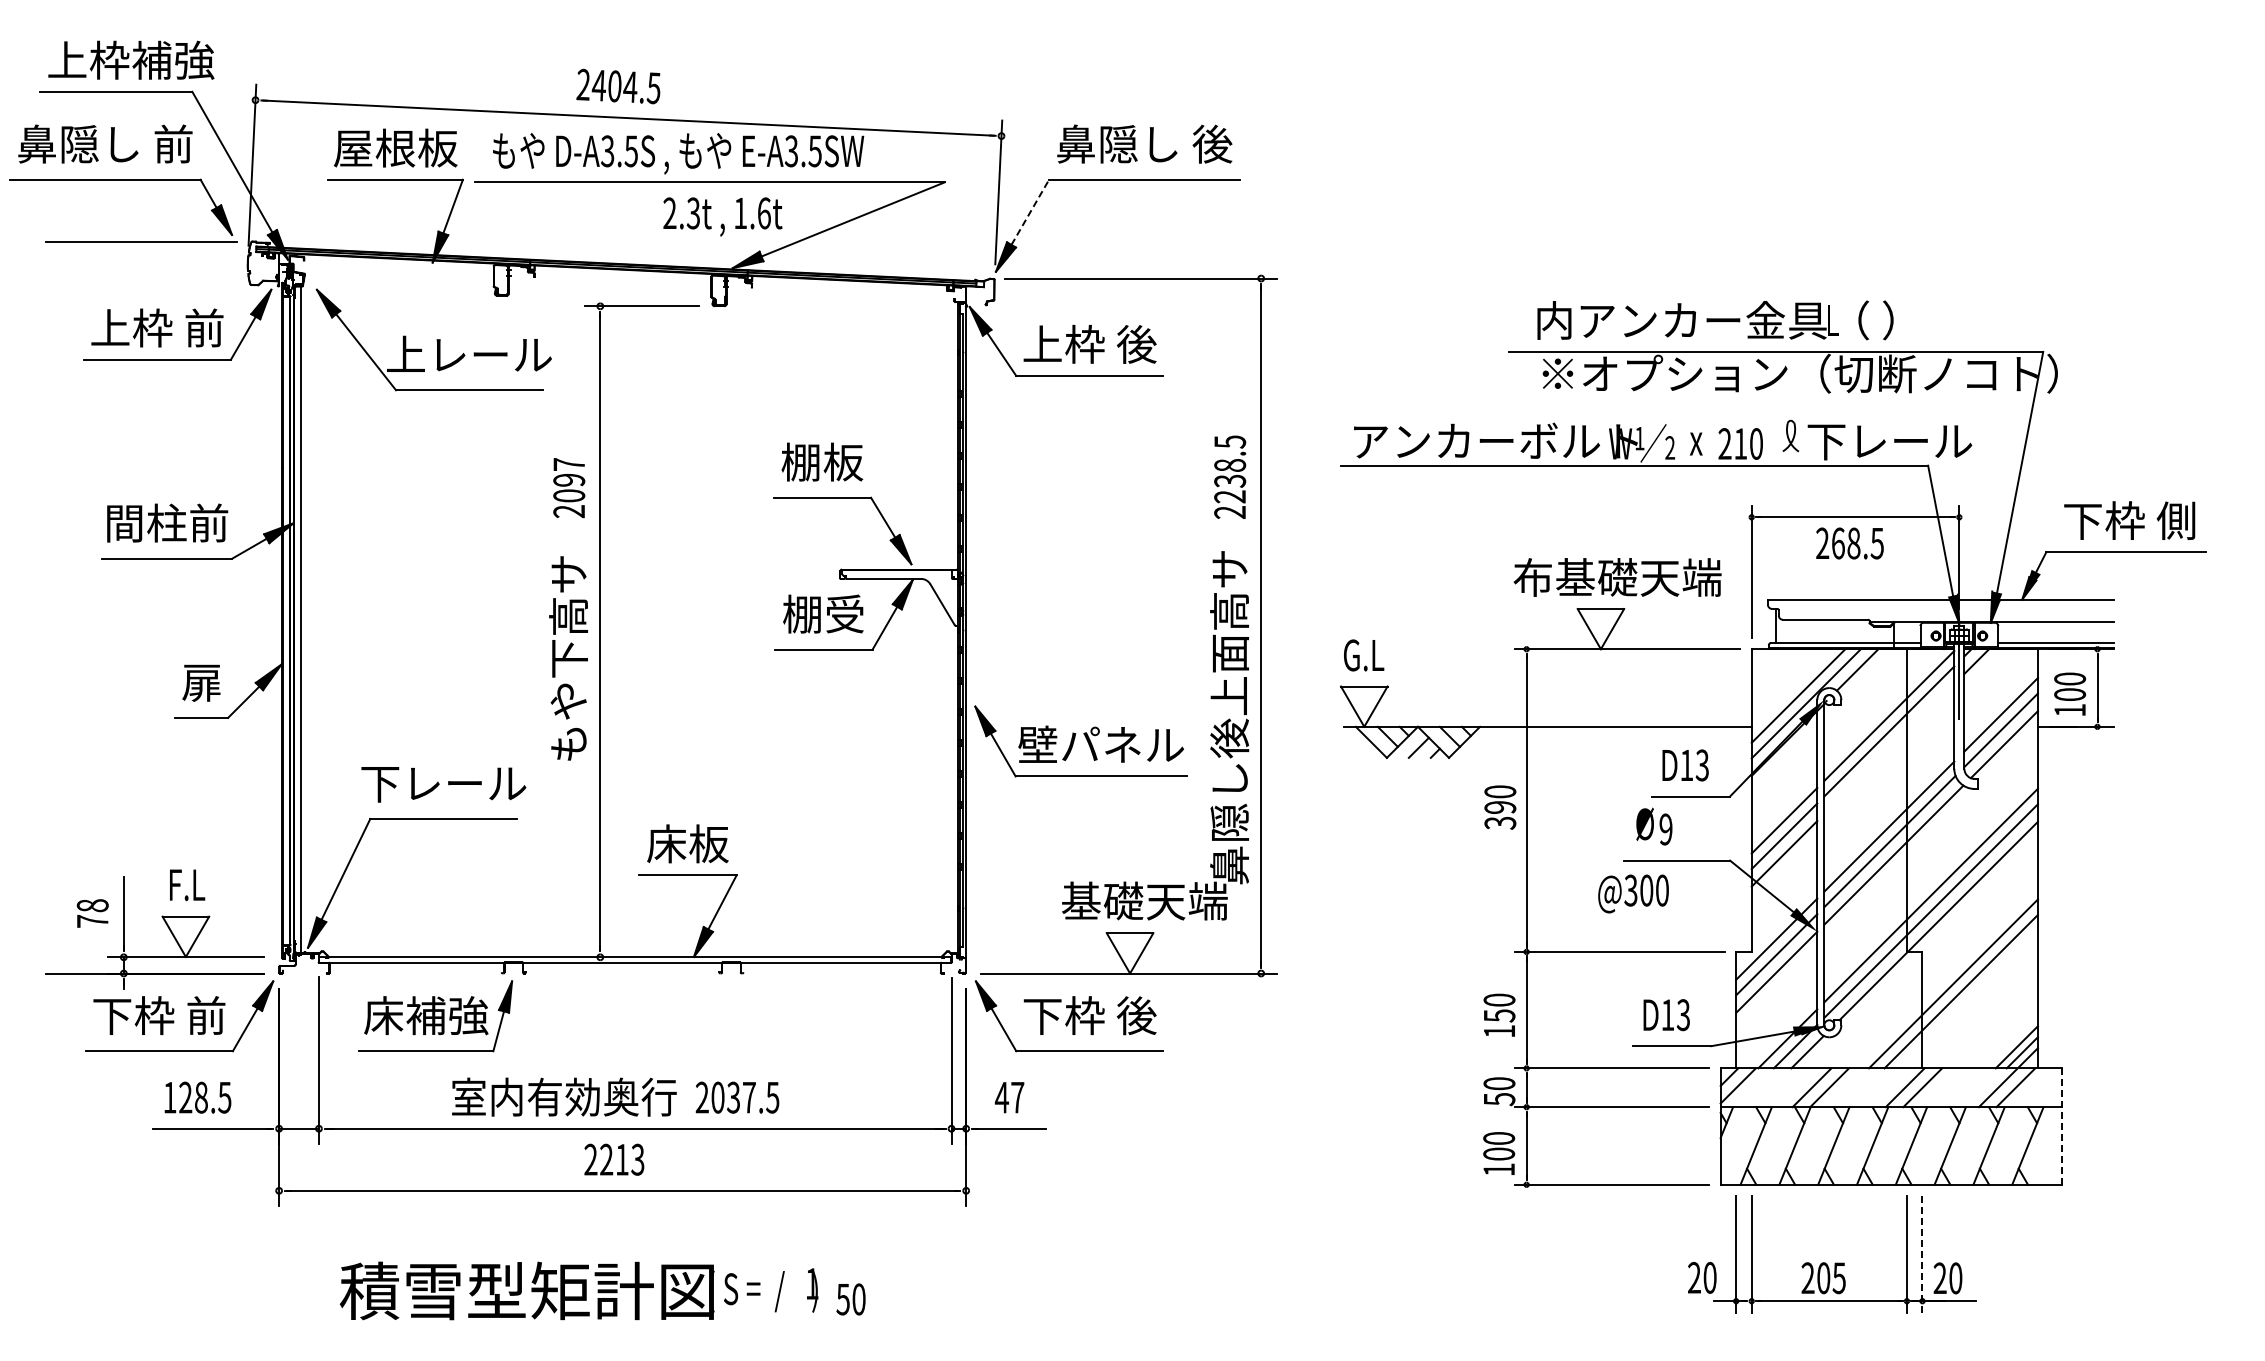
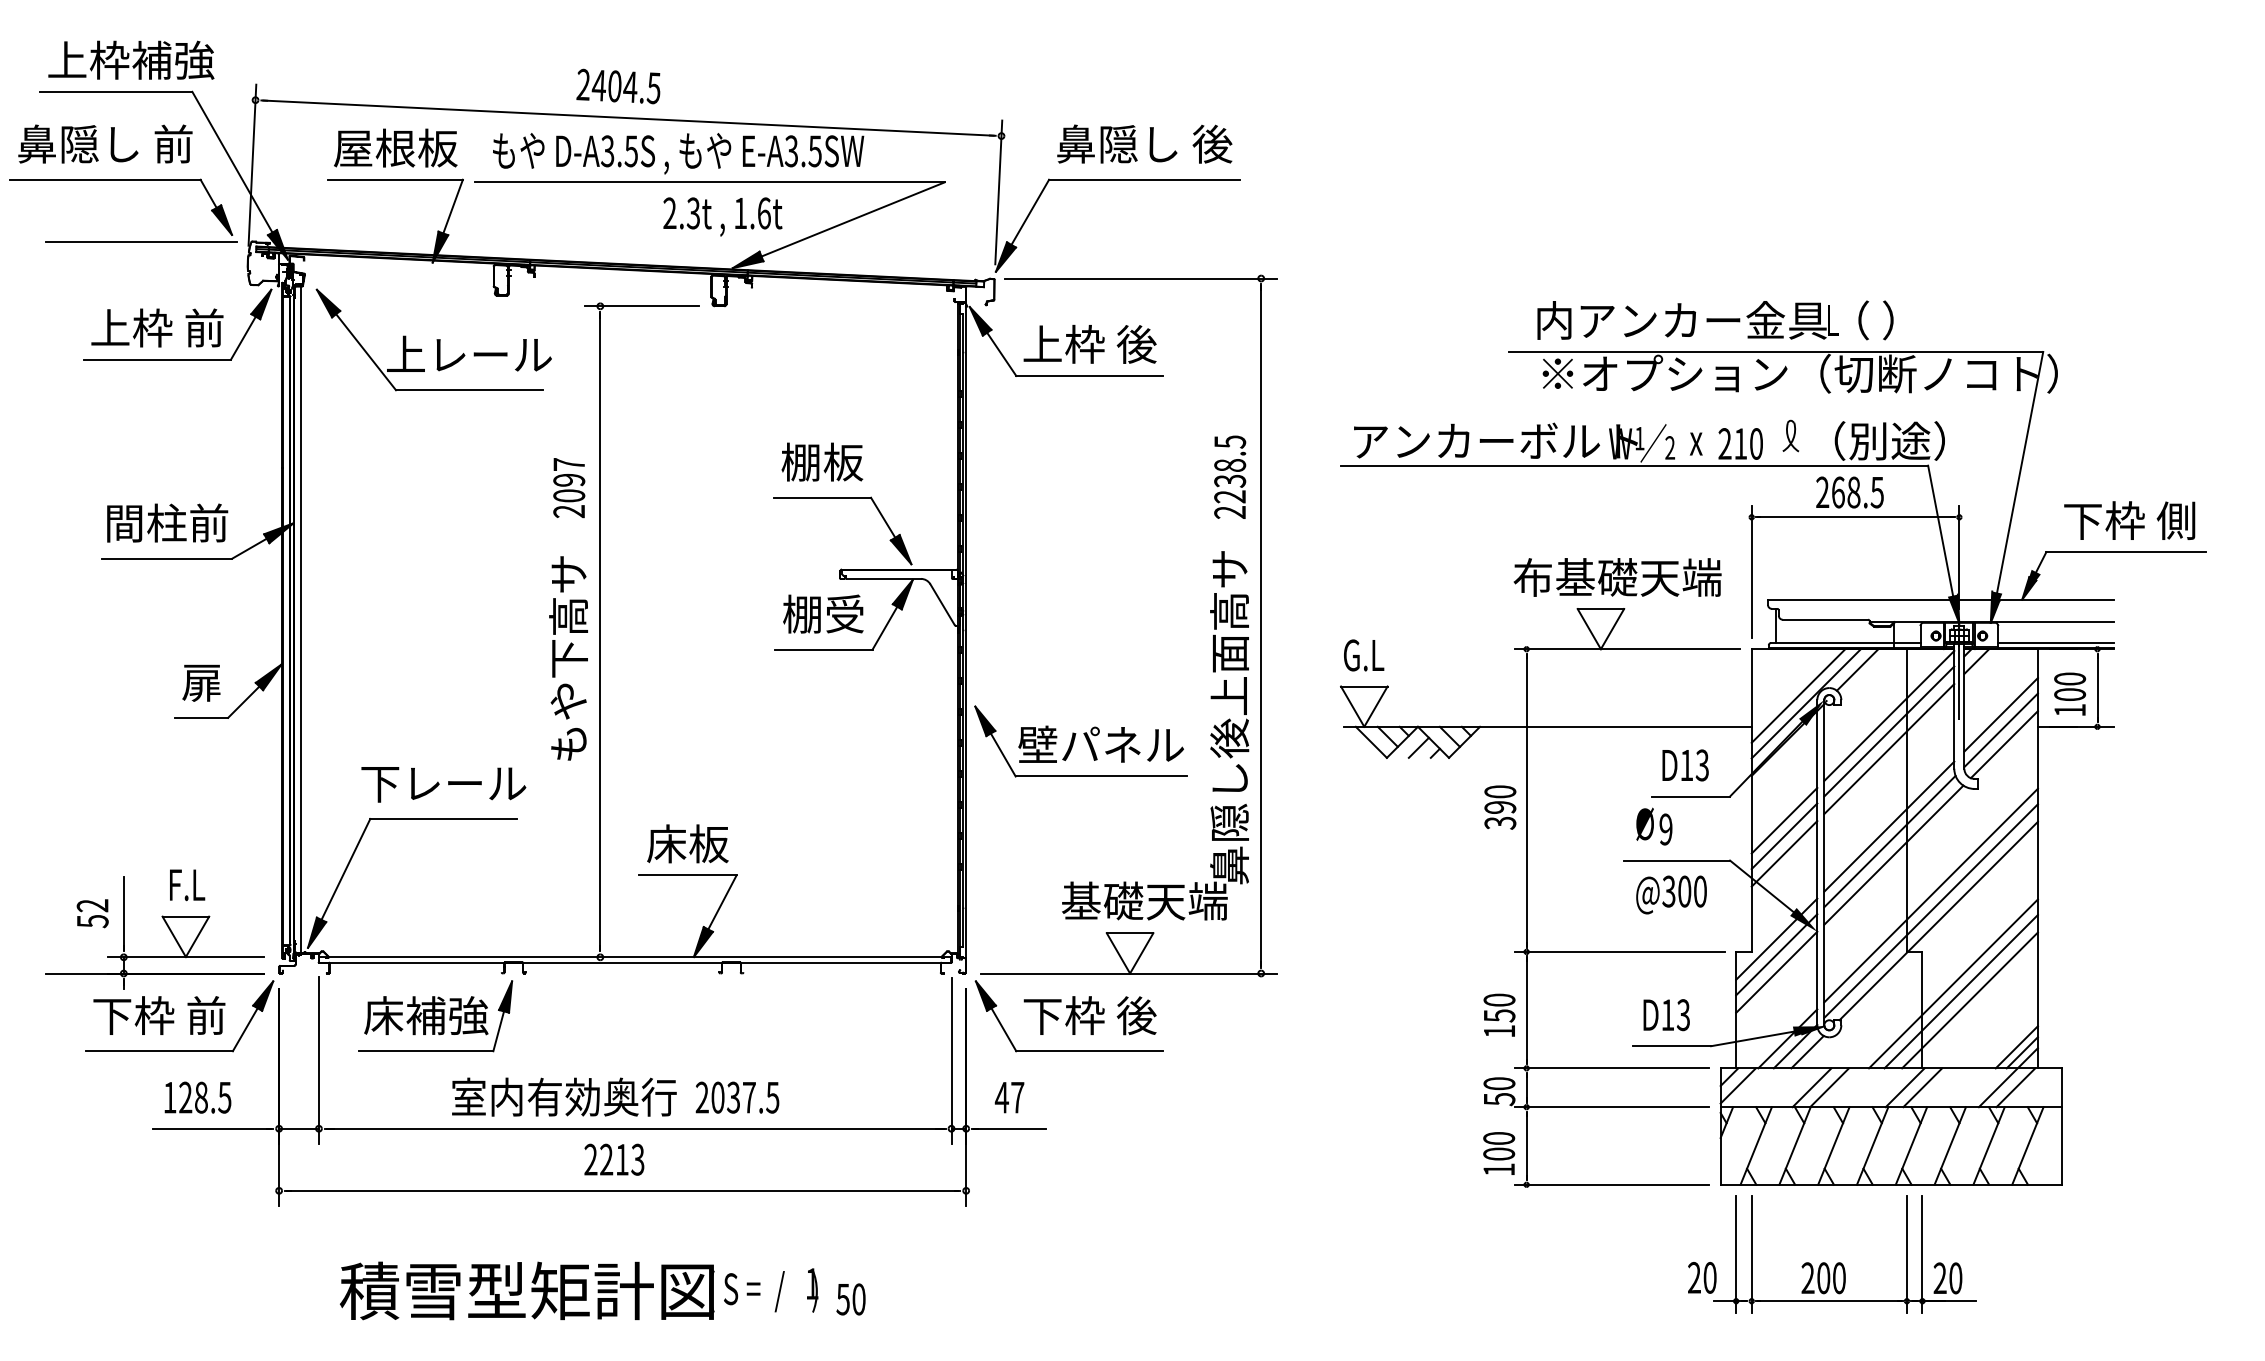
line at (1030, 212): dashed -> solid
text at (1889, 440): 下レール -> （別途）
text at (1849, 543) position: (1849, 543) -> (1849, 492)
line at (1889, 749): none -> present
text at (1633, 893) position: (1633, 893) -> (1671, 894)
text at (92, 913): 78 -> 52
line at (1969, 1000): none -> present
line at (2062, 1127): dashed -> solid
line at (1922, 1255): dashed -> solid
text at (1838, 1278): 205 -> 200
